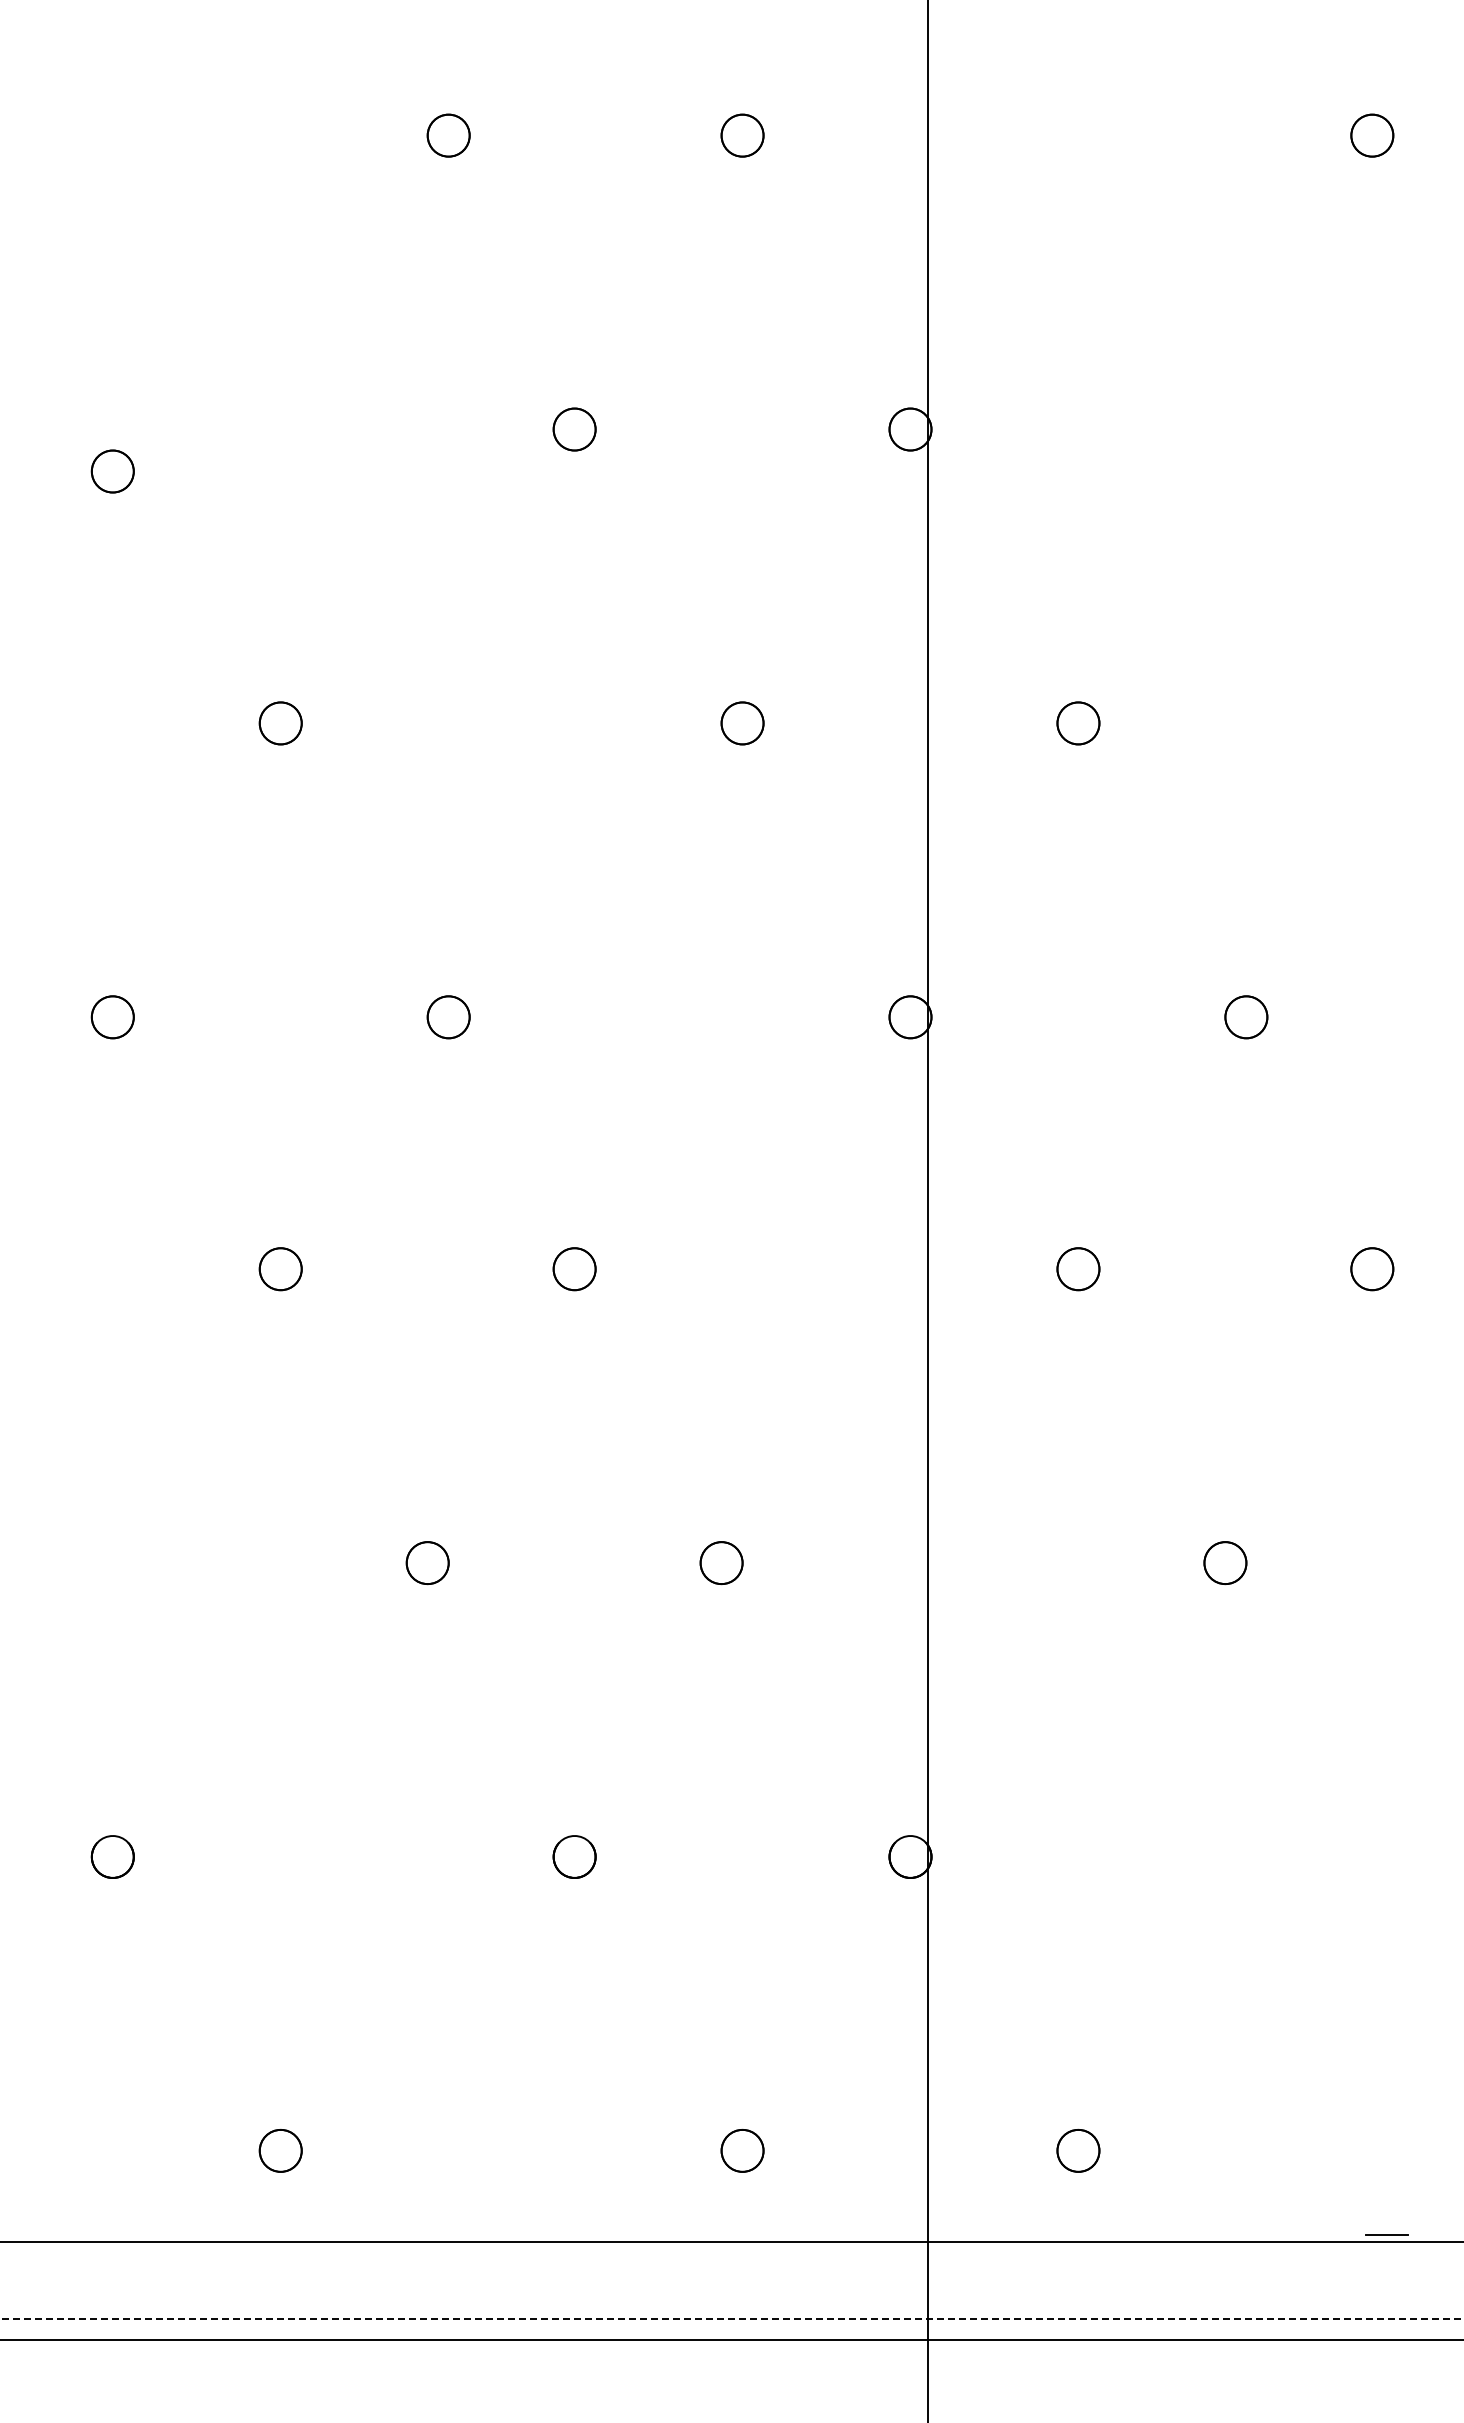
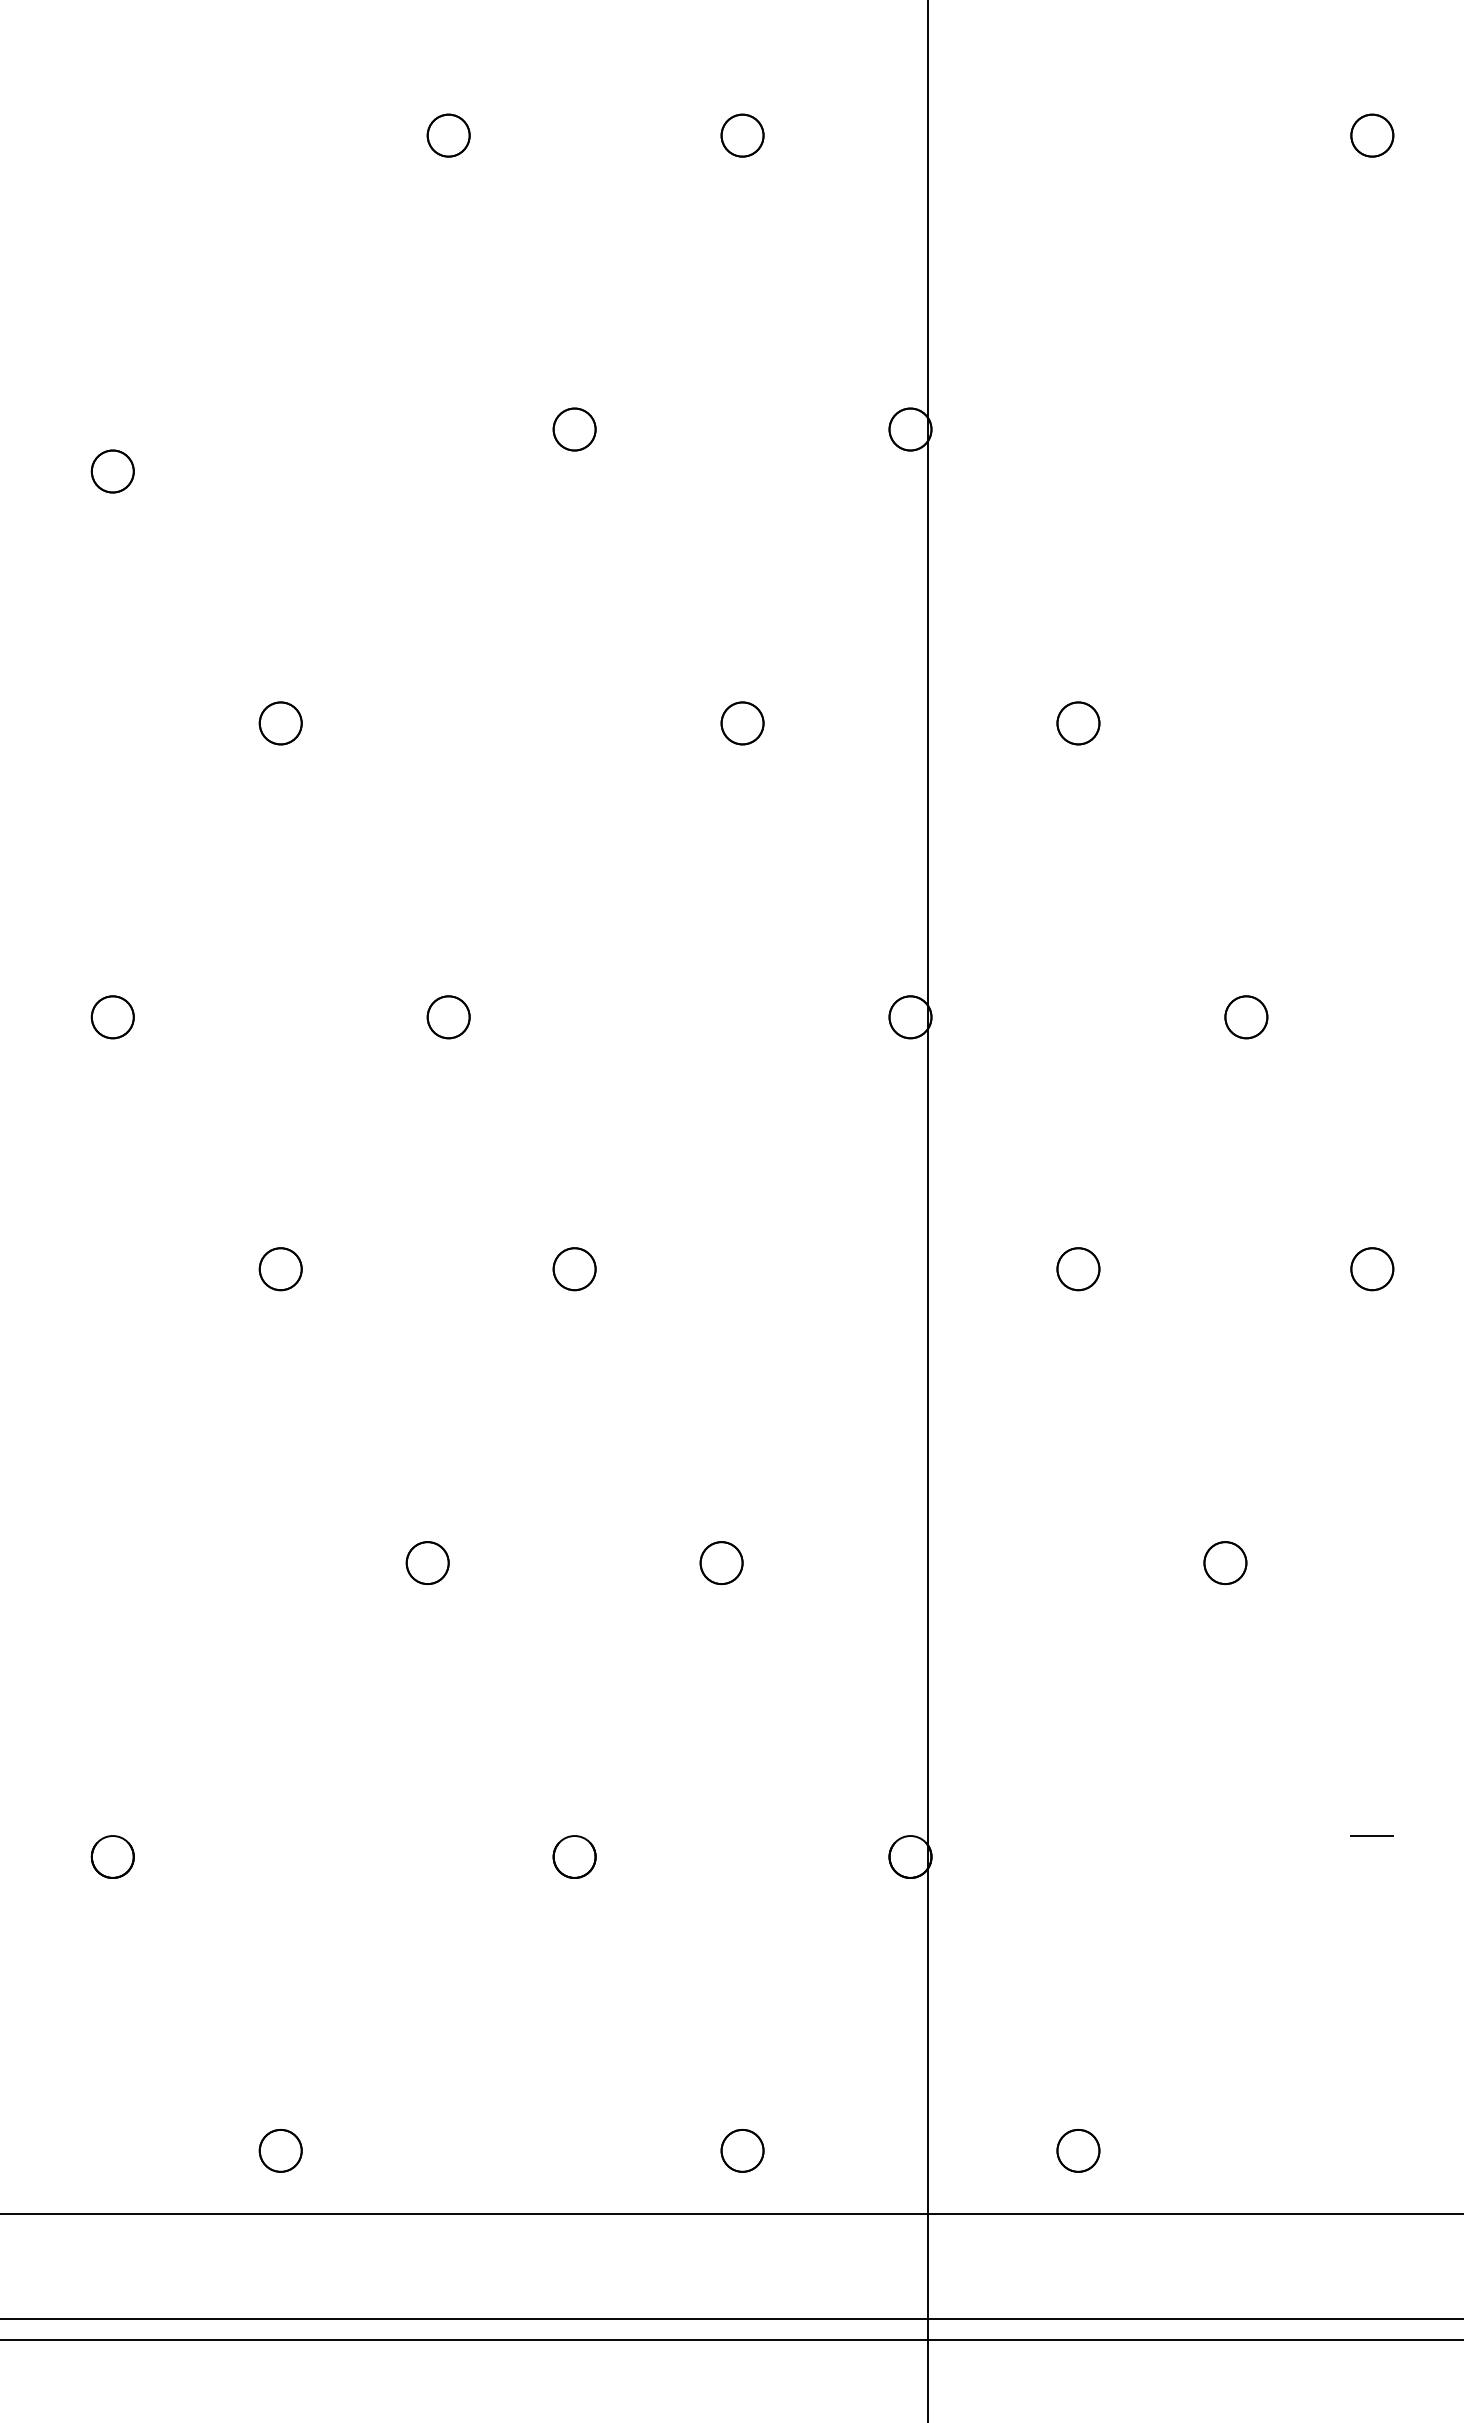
line at (1386, 2234) position: (1386, 2234) -> (1371, 1835)
line at (731, 2241) position: (731, 2241) -> (731, 2213)
line at (732, 2318): dashed -> solid
